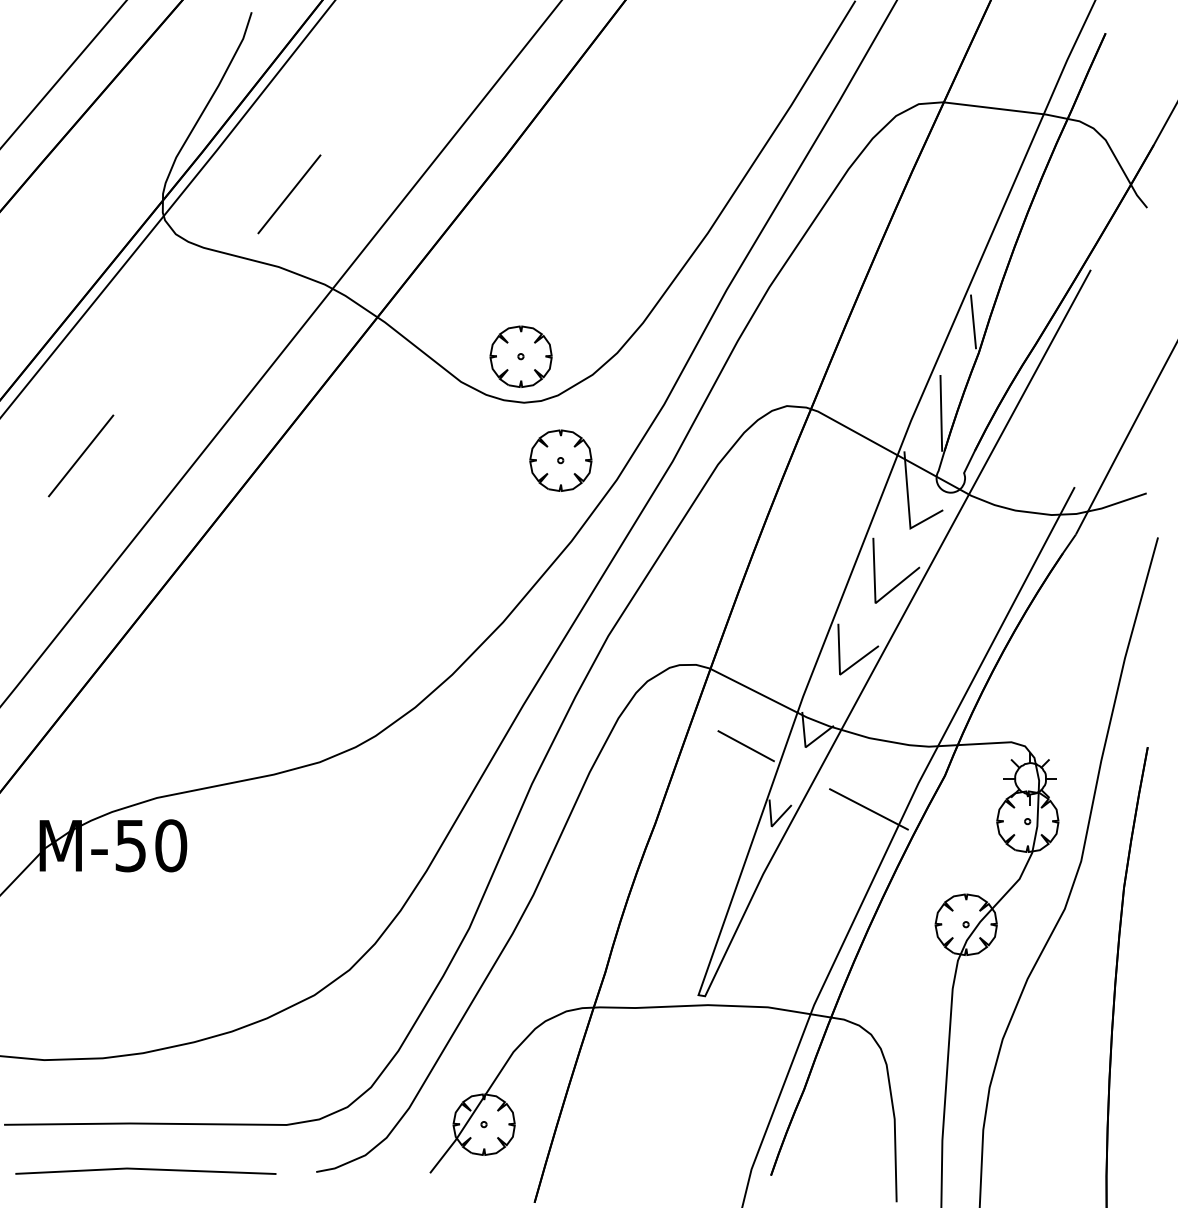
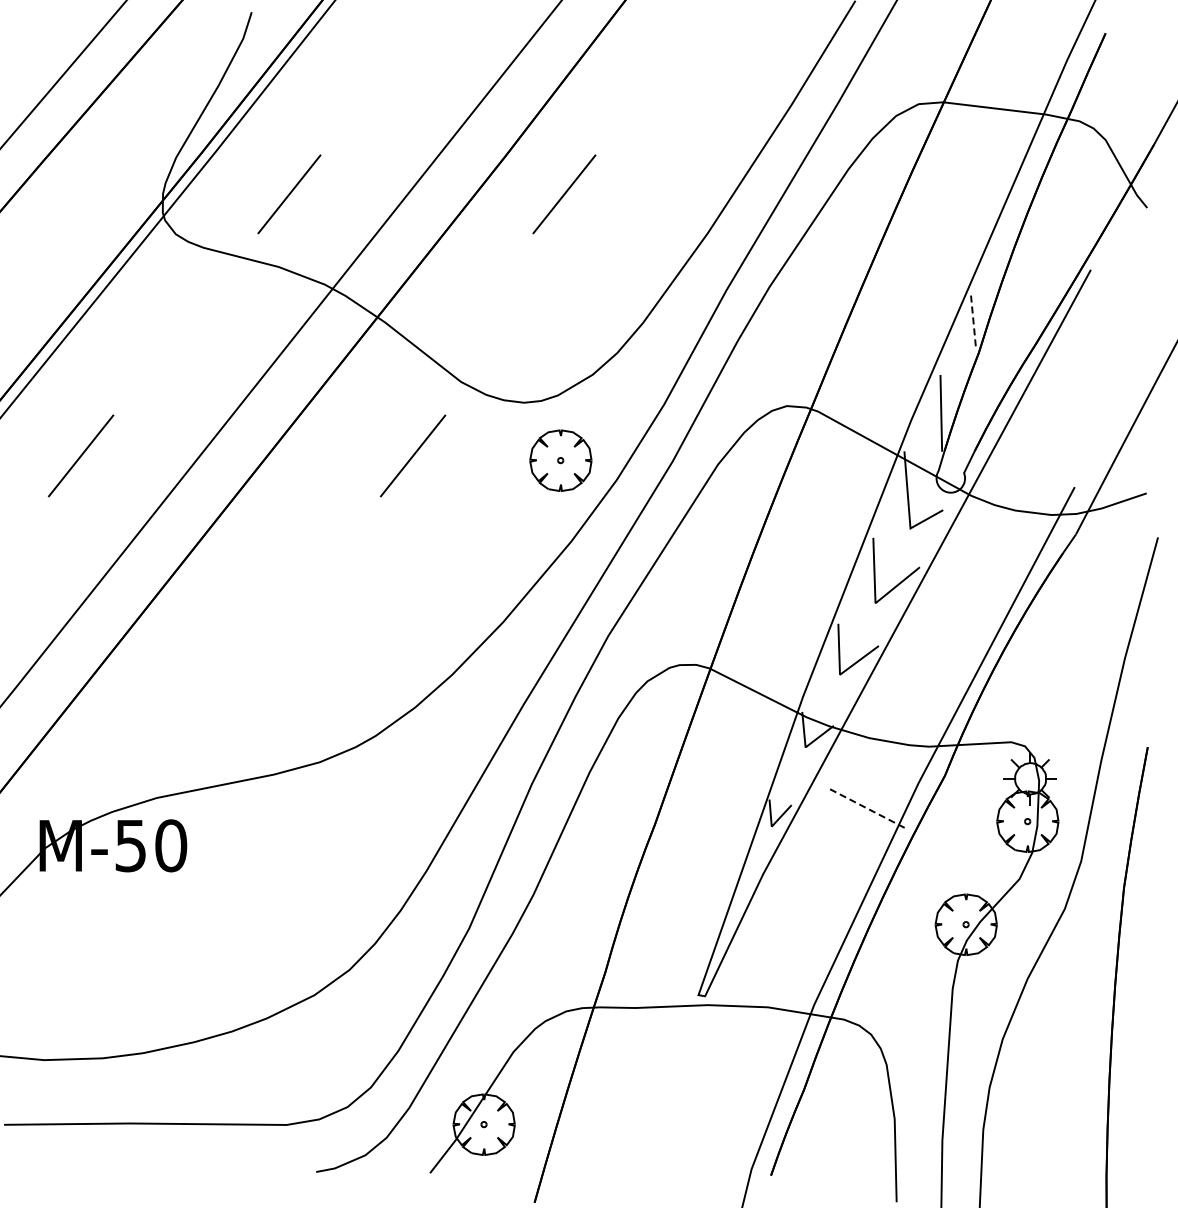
line at (564, 194): none -> present
line at (973, 322): solid -> dashed
part at (520, 356): present -> none
line at (413, 455): none -> present
line at (745, 746): present -> none
line at (868, 809): solid -> dashed
line at (145, 1170): present -> none
